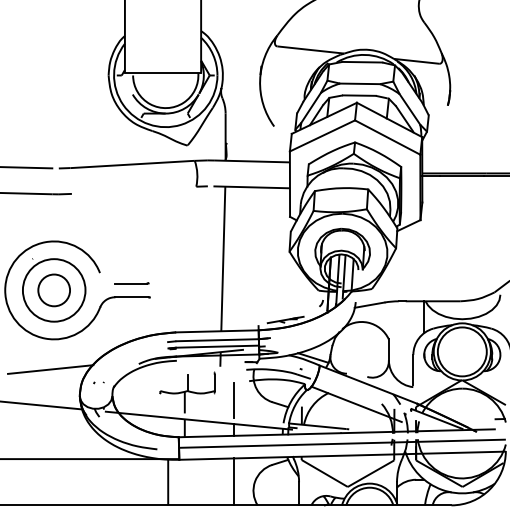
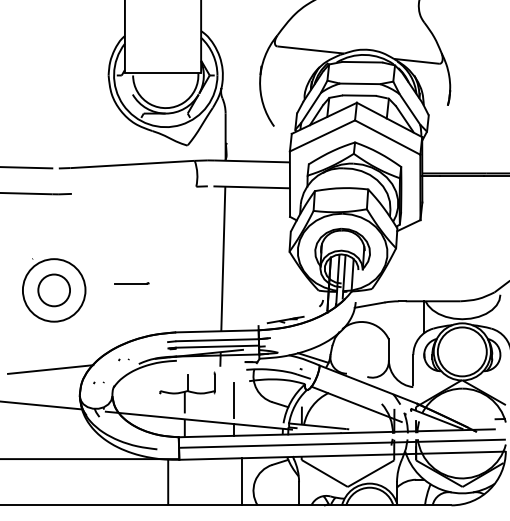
part at (100, 304): present -> none
part at (123, 359): none -> present
line at (233, 481) position: (233, 481) -> (241, 481)
